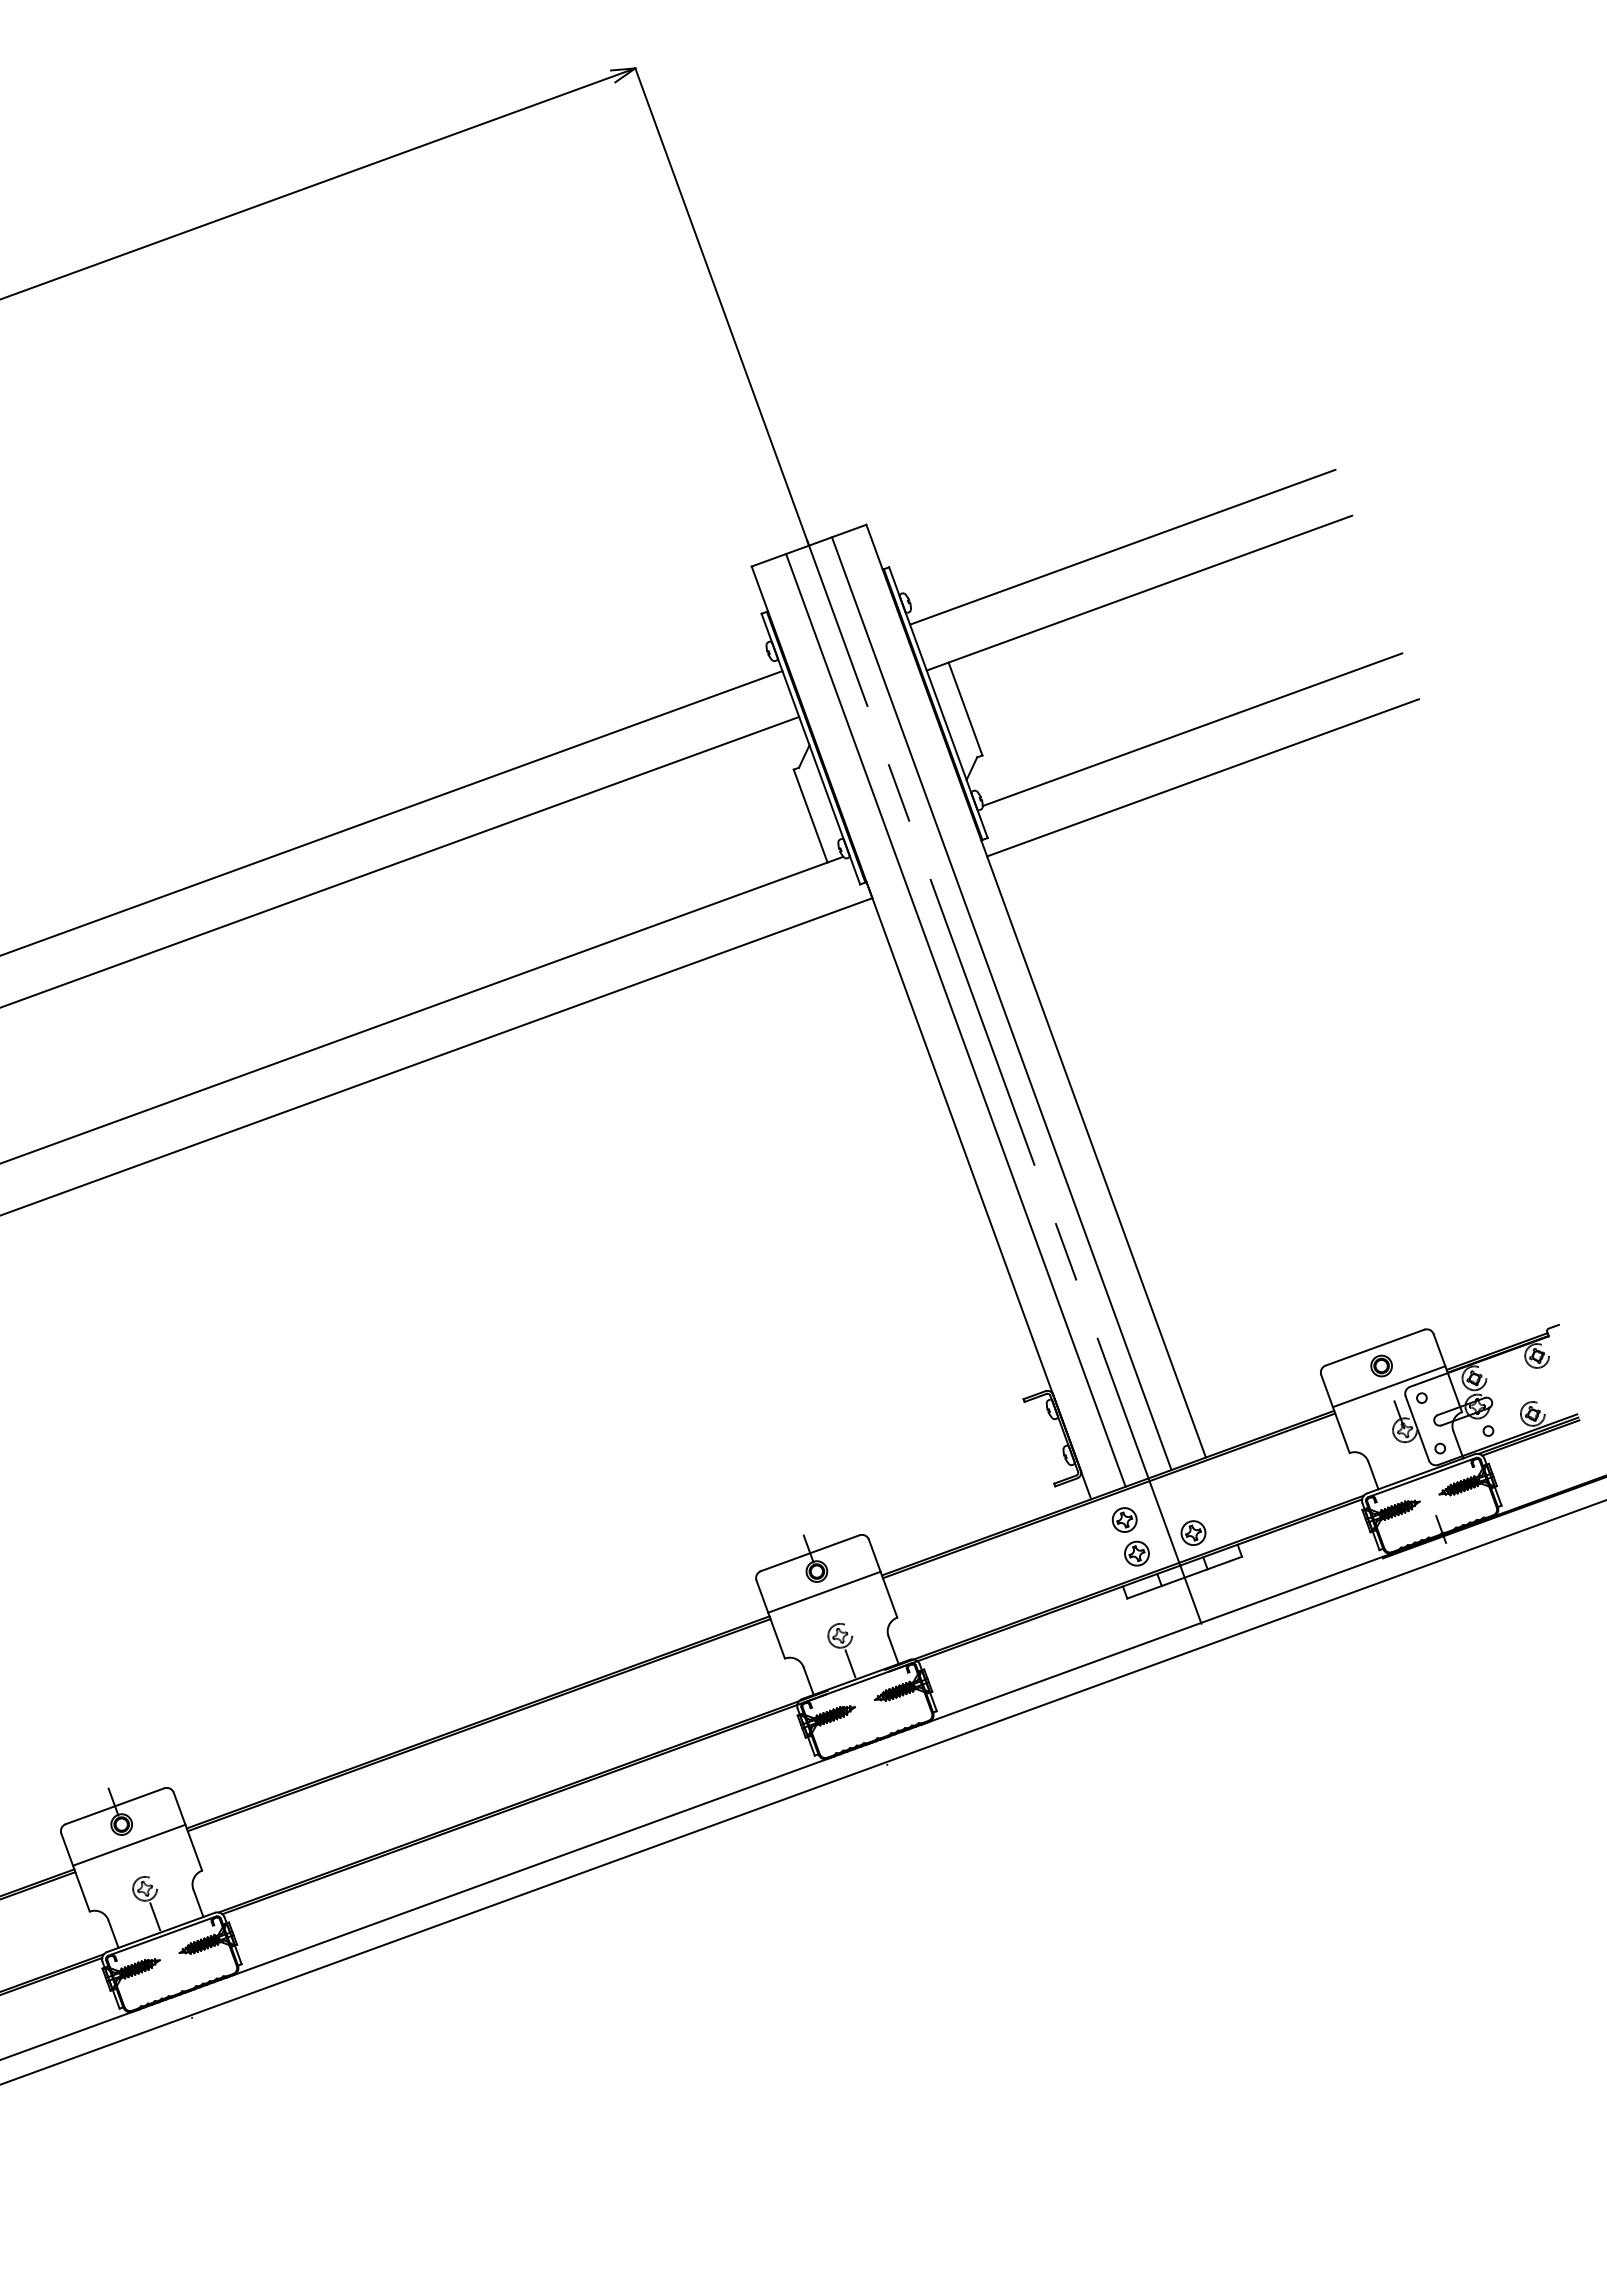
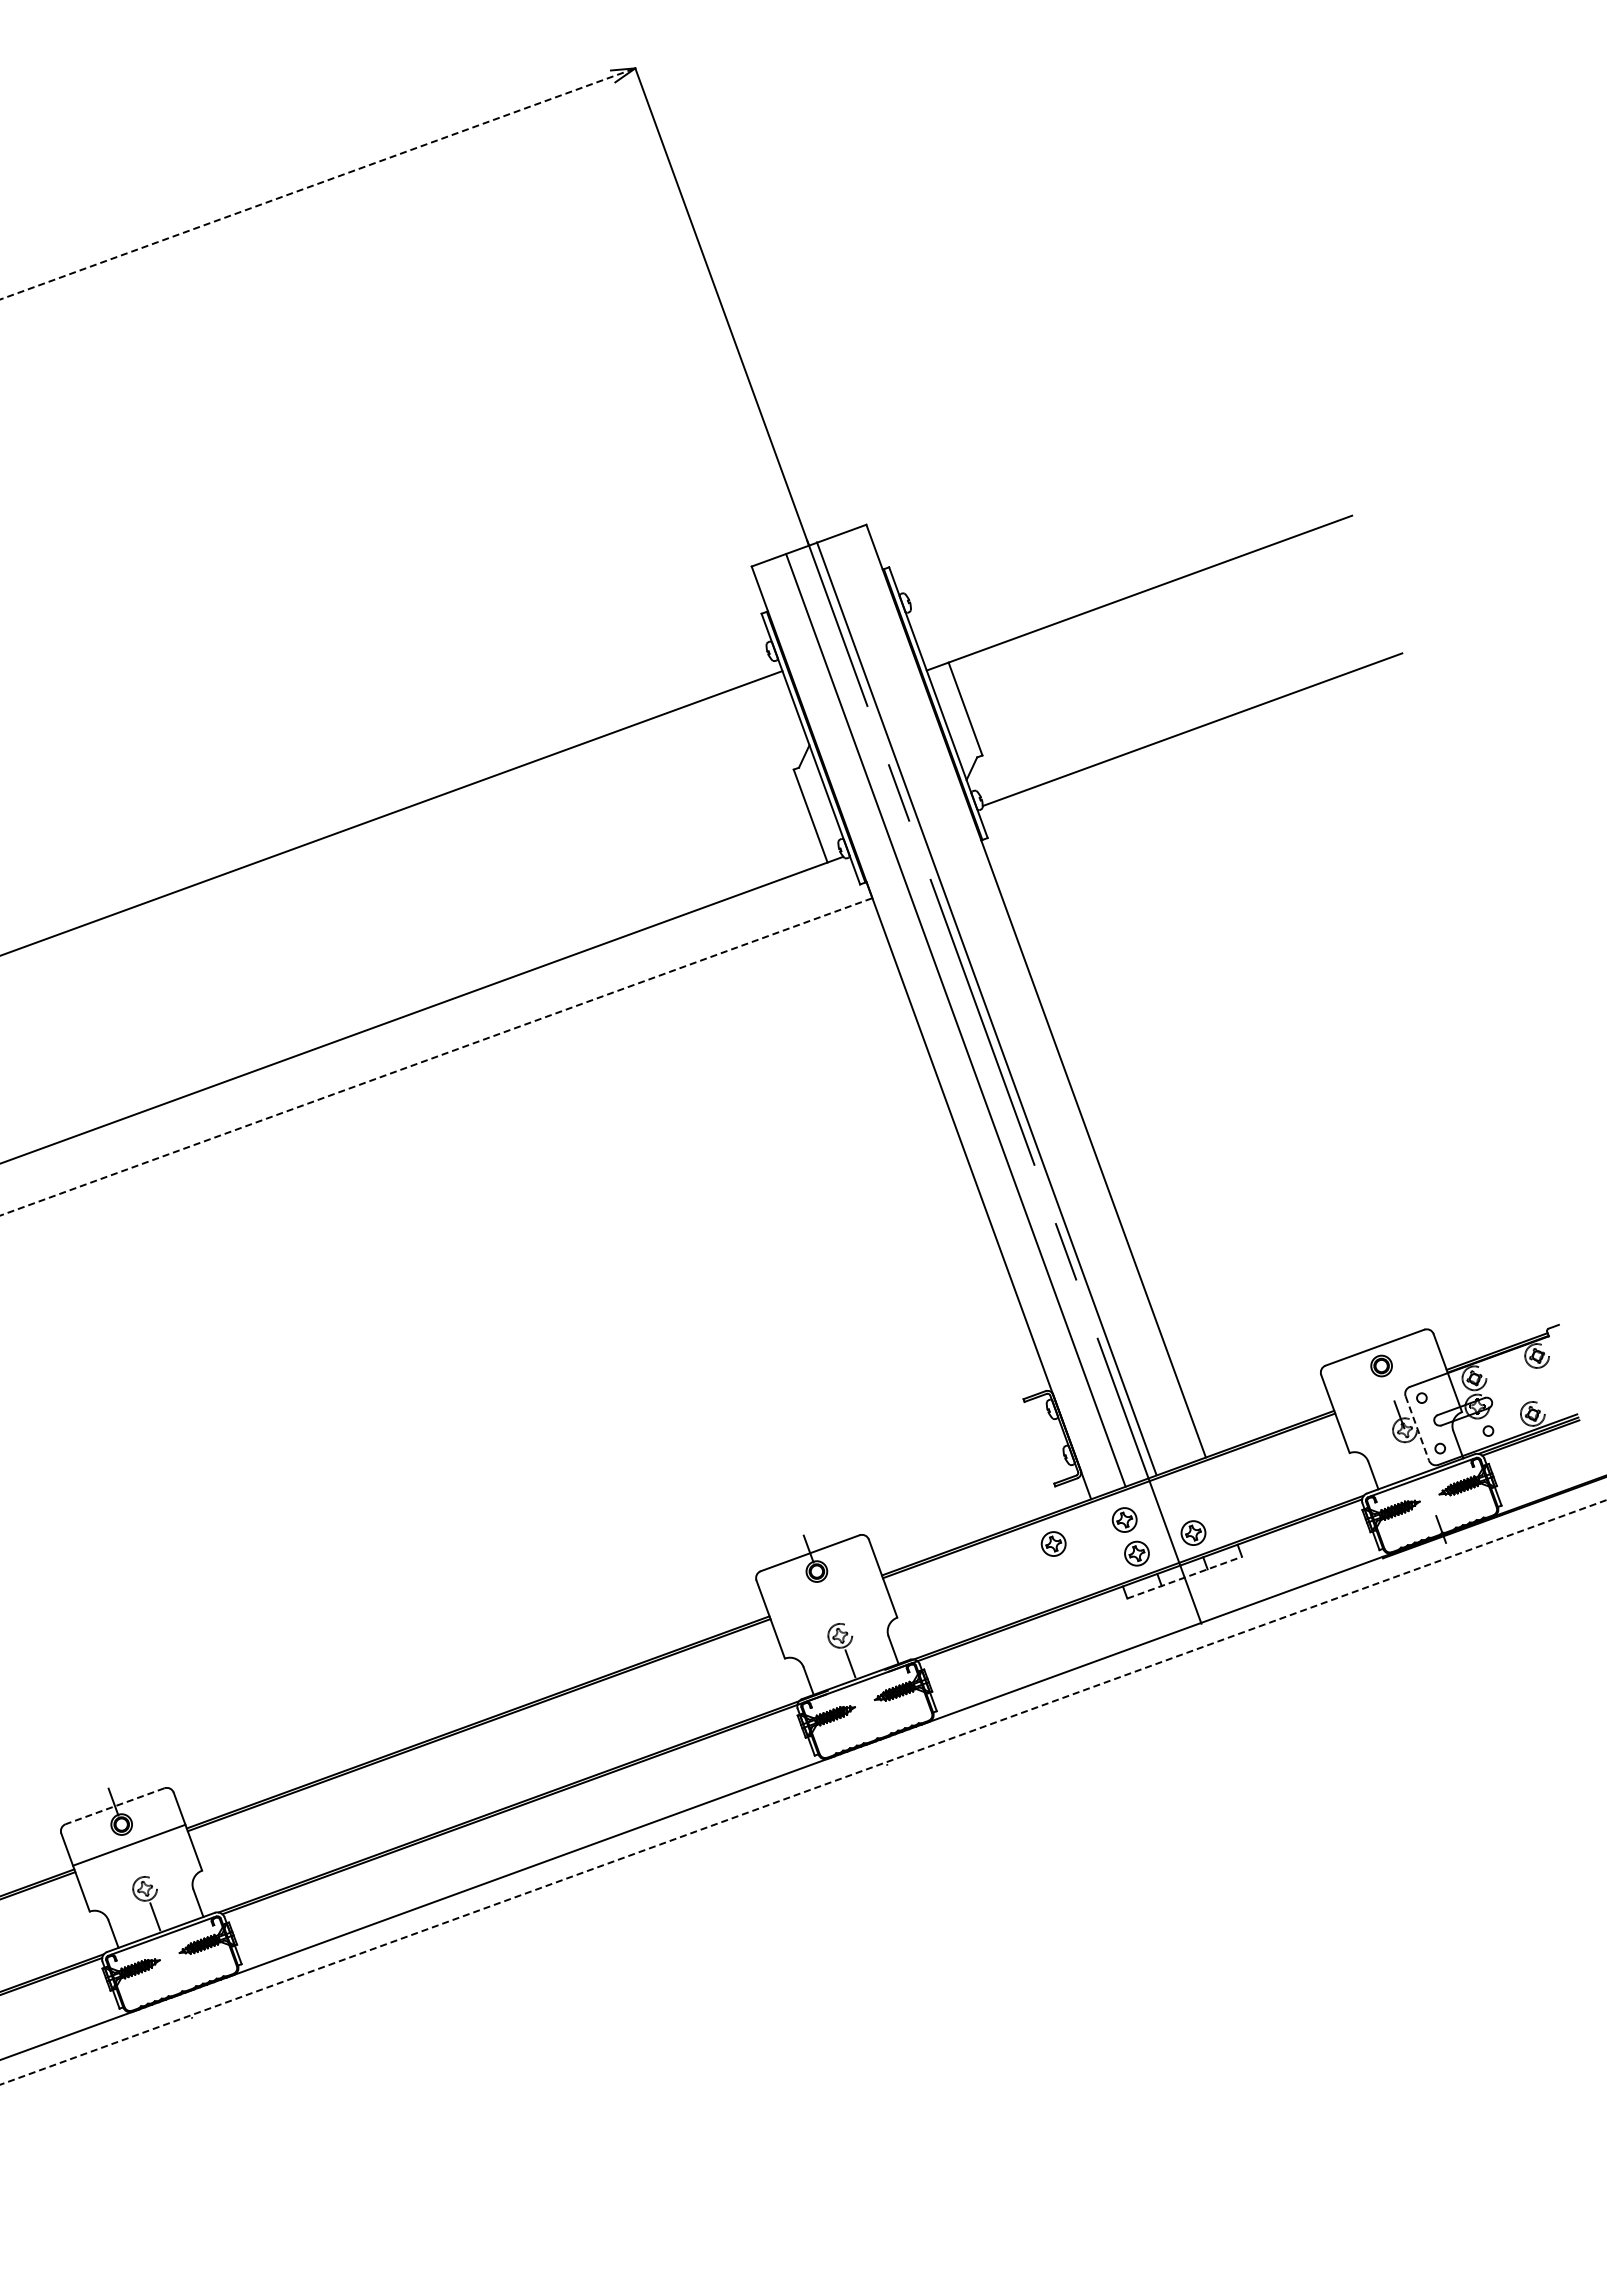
line at (317, 183): solid -> dashed
line at (1122, 546): present -> none
line at (1202, 777): present -> none
line at (400, 861): present -> none
line at (1001, 1003) position: (1001, 1003) -> (986, 1008)
line at (436, 1056): solid -> dashed
line at (1388, 1386): present -> none
line at (1417, 1428): solid -> dashed
part at (1053, 1543): none -> present
line at (1185, 1577): solid -> dashed
line at (824, 1591): present -> none
line at (803, 1792): solid -> dashed
line at (115, 1806): solid -> dashed
